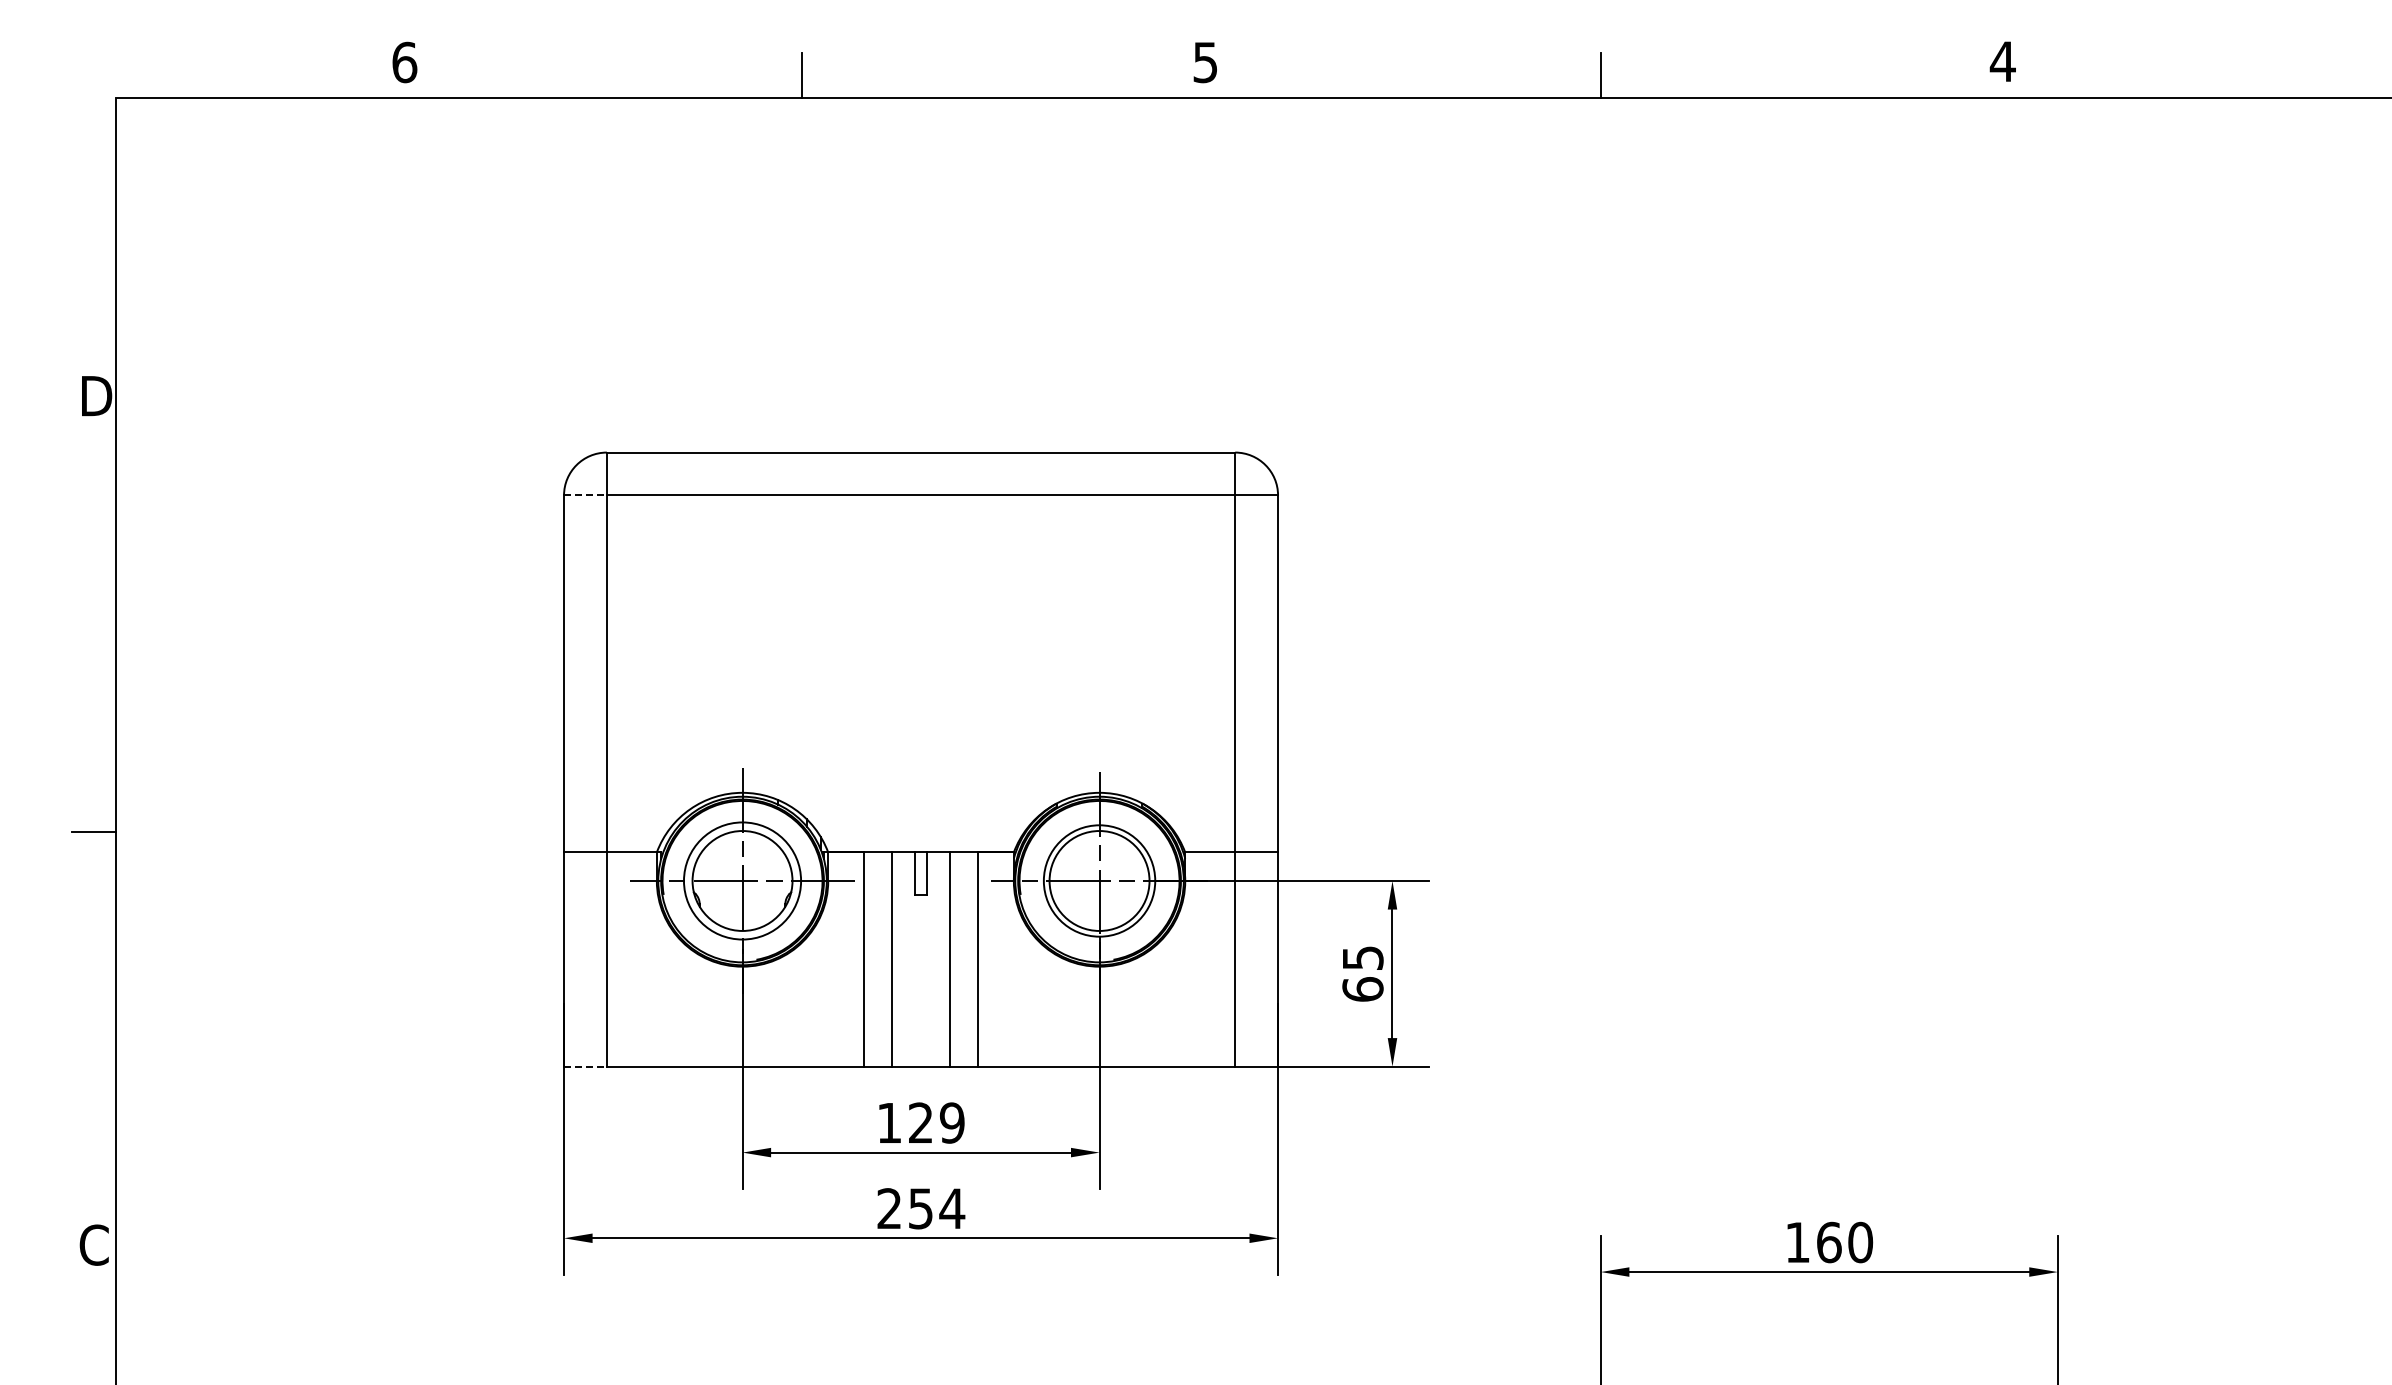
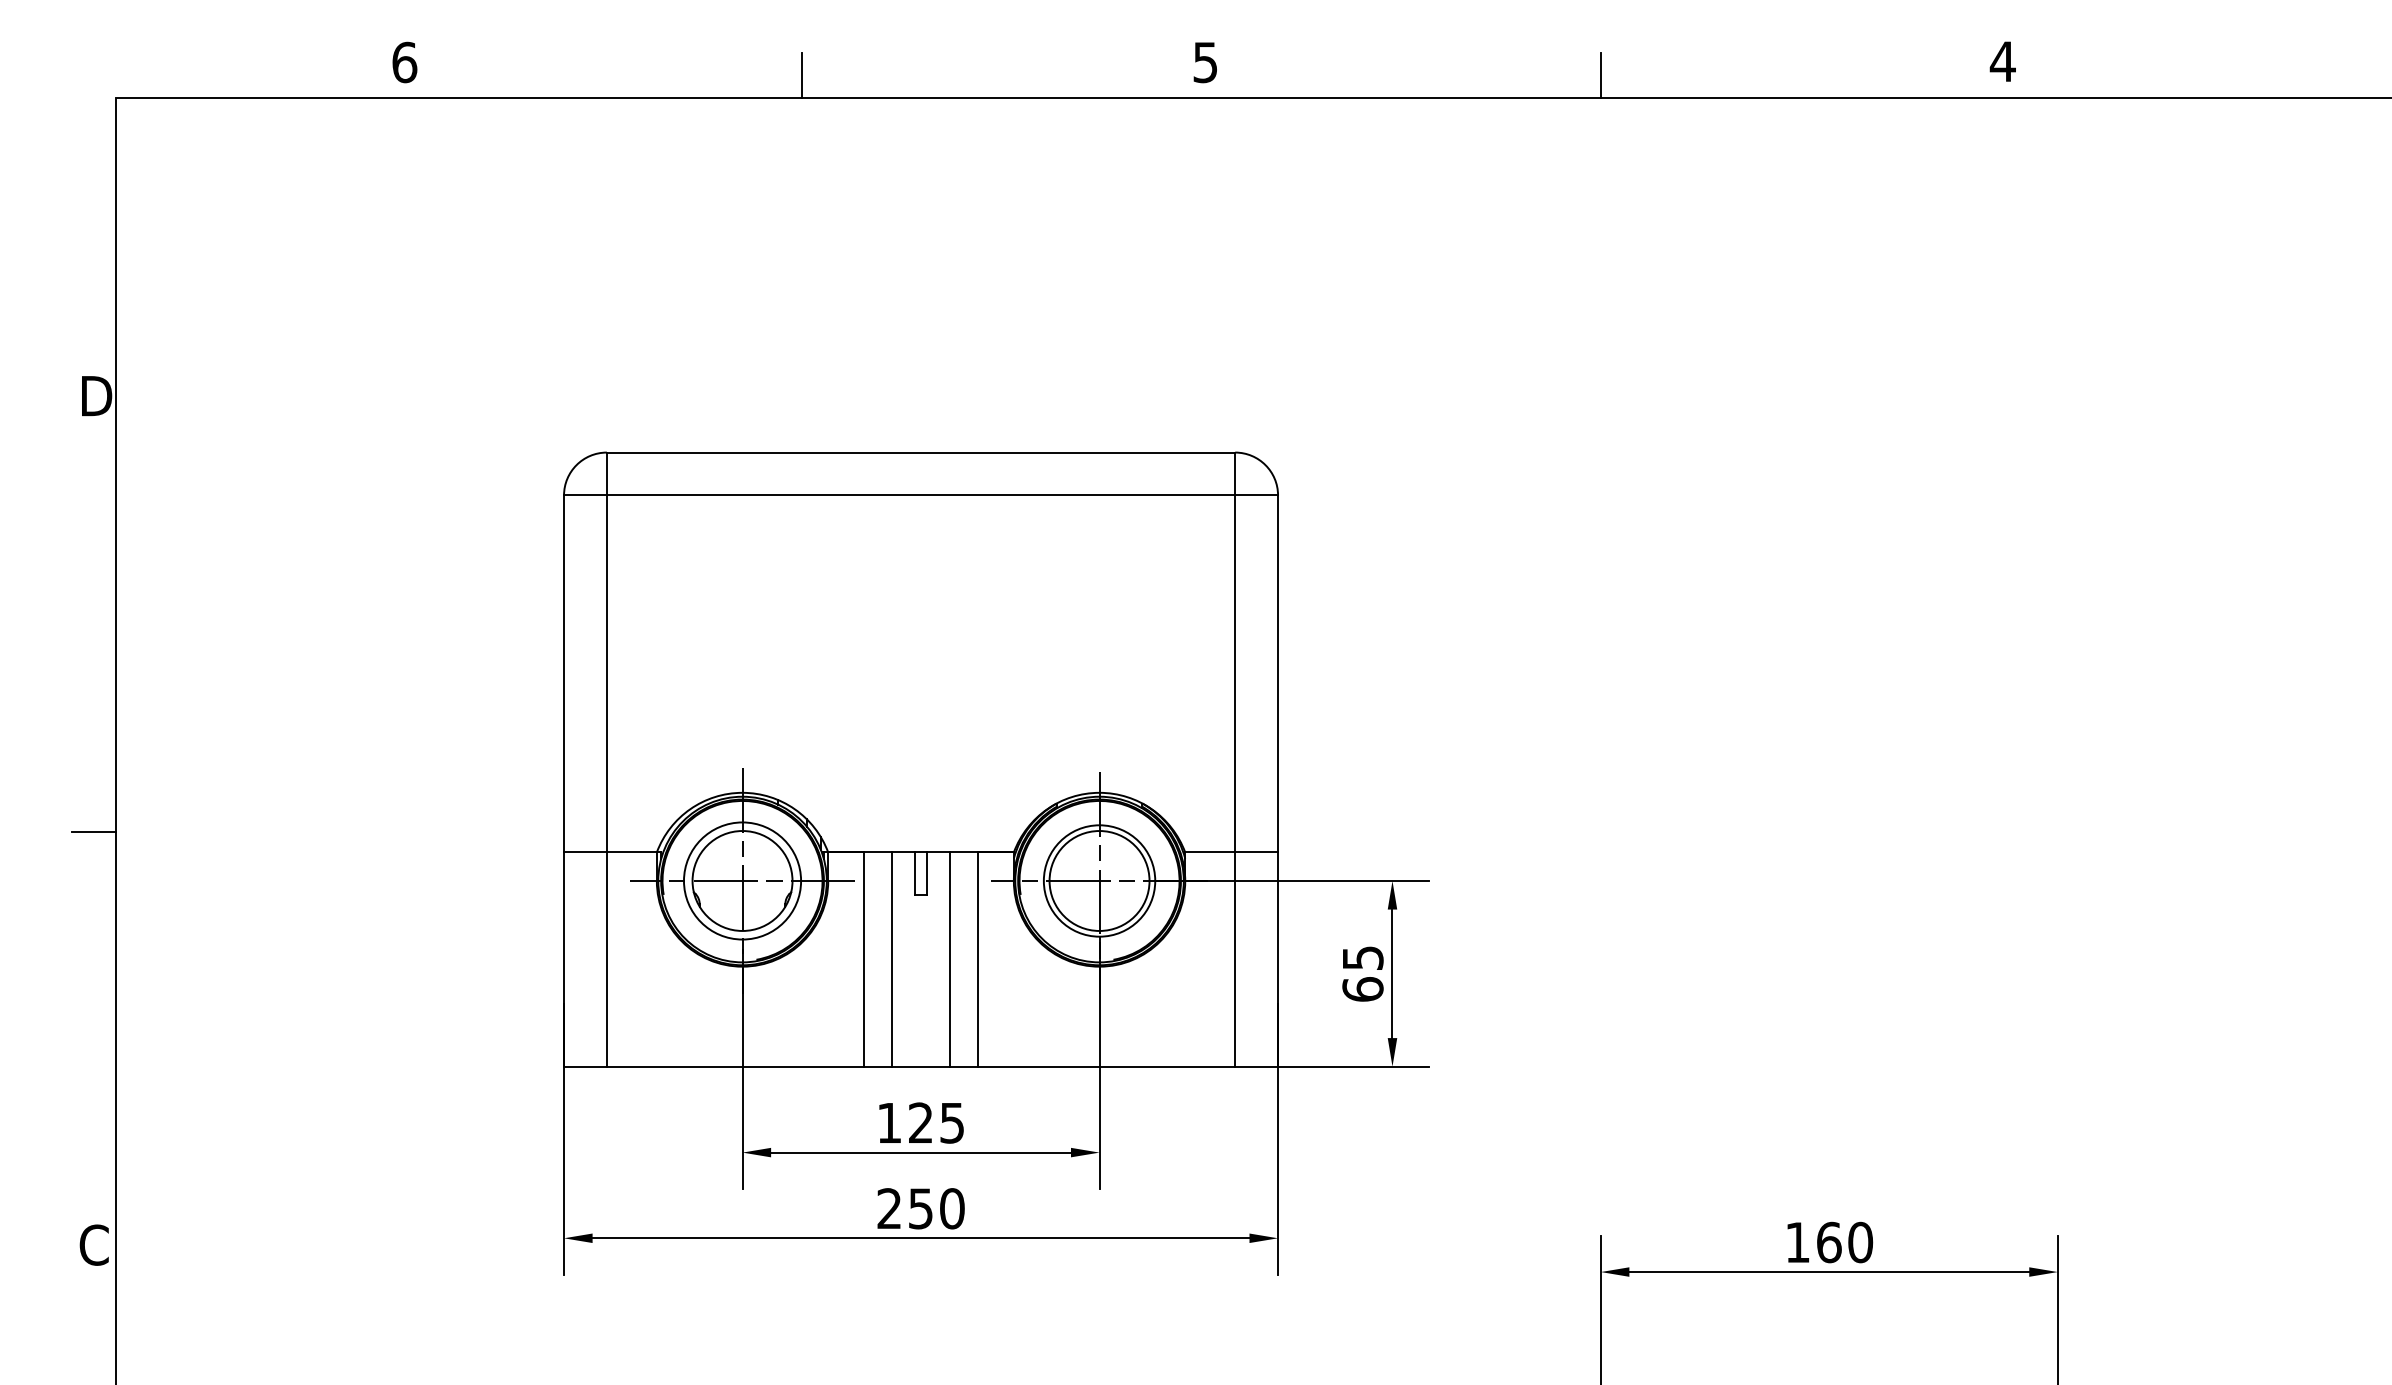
line at (585, 495): dashed -> solid
line at (585, 1066): dashed -> solid
text at (951, 1122): 129 -> 125
text at (952, 1208): 254 -> 250
